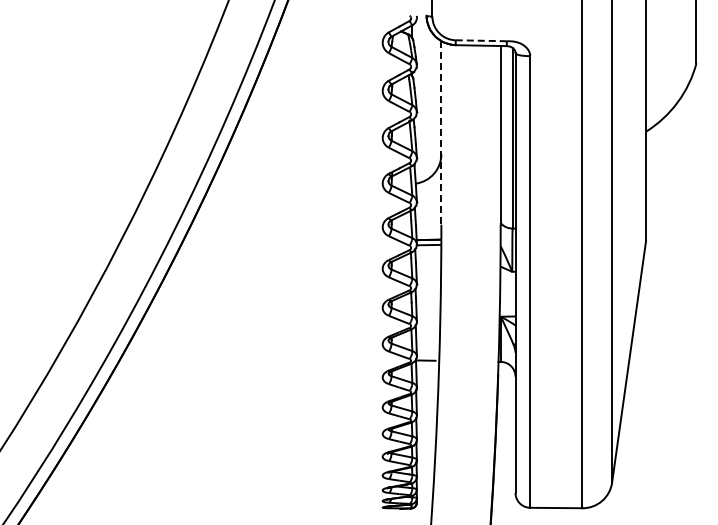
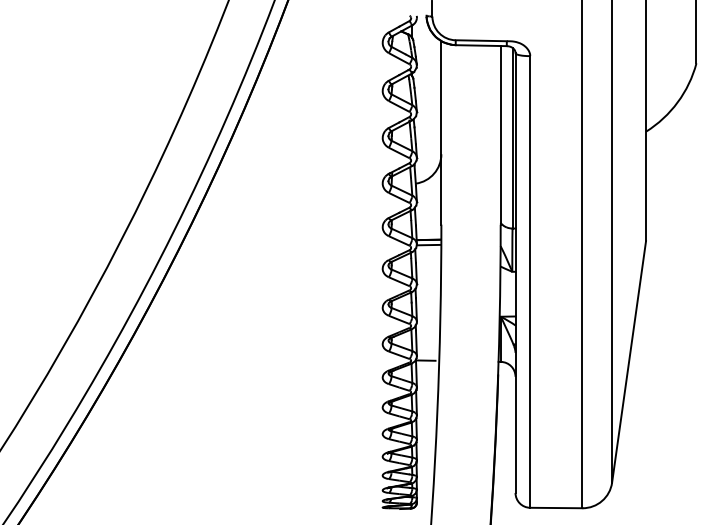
line at (481, 40): dashed -> solid
line at (441, 132): dashed -> solid
